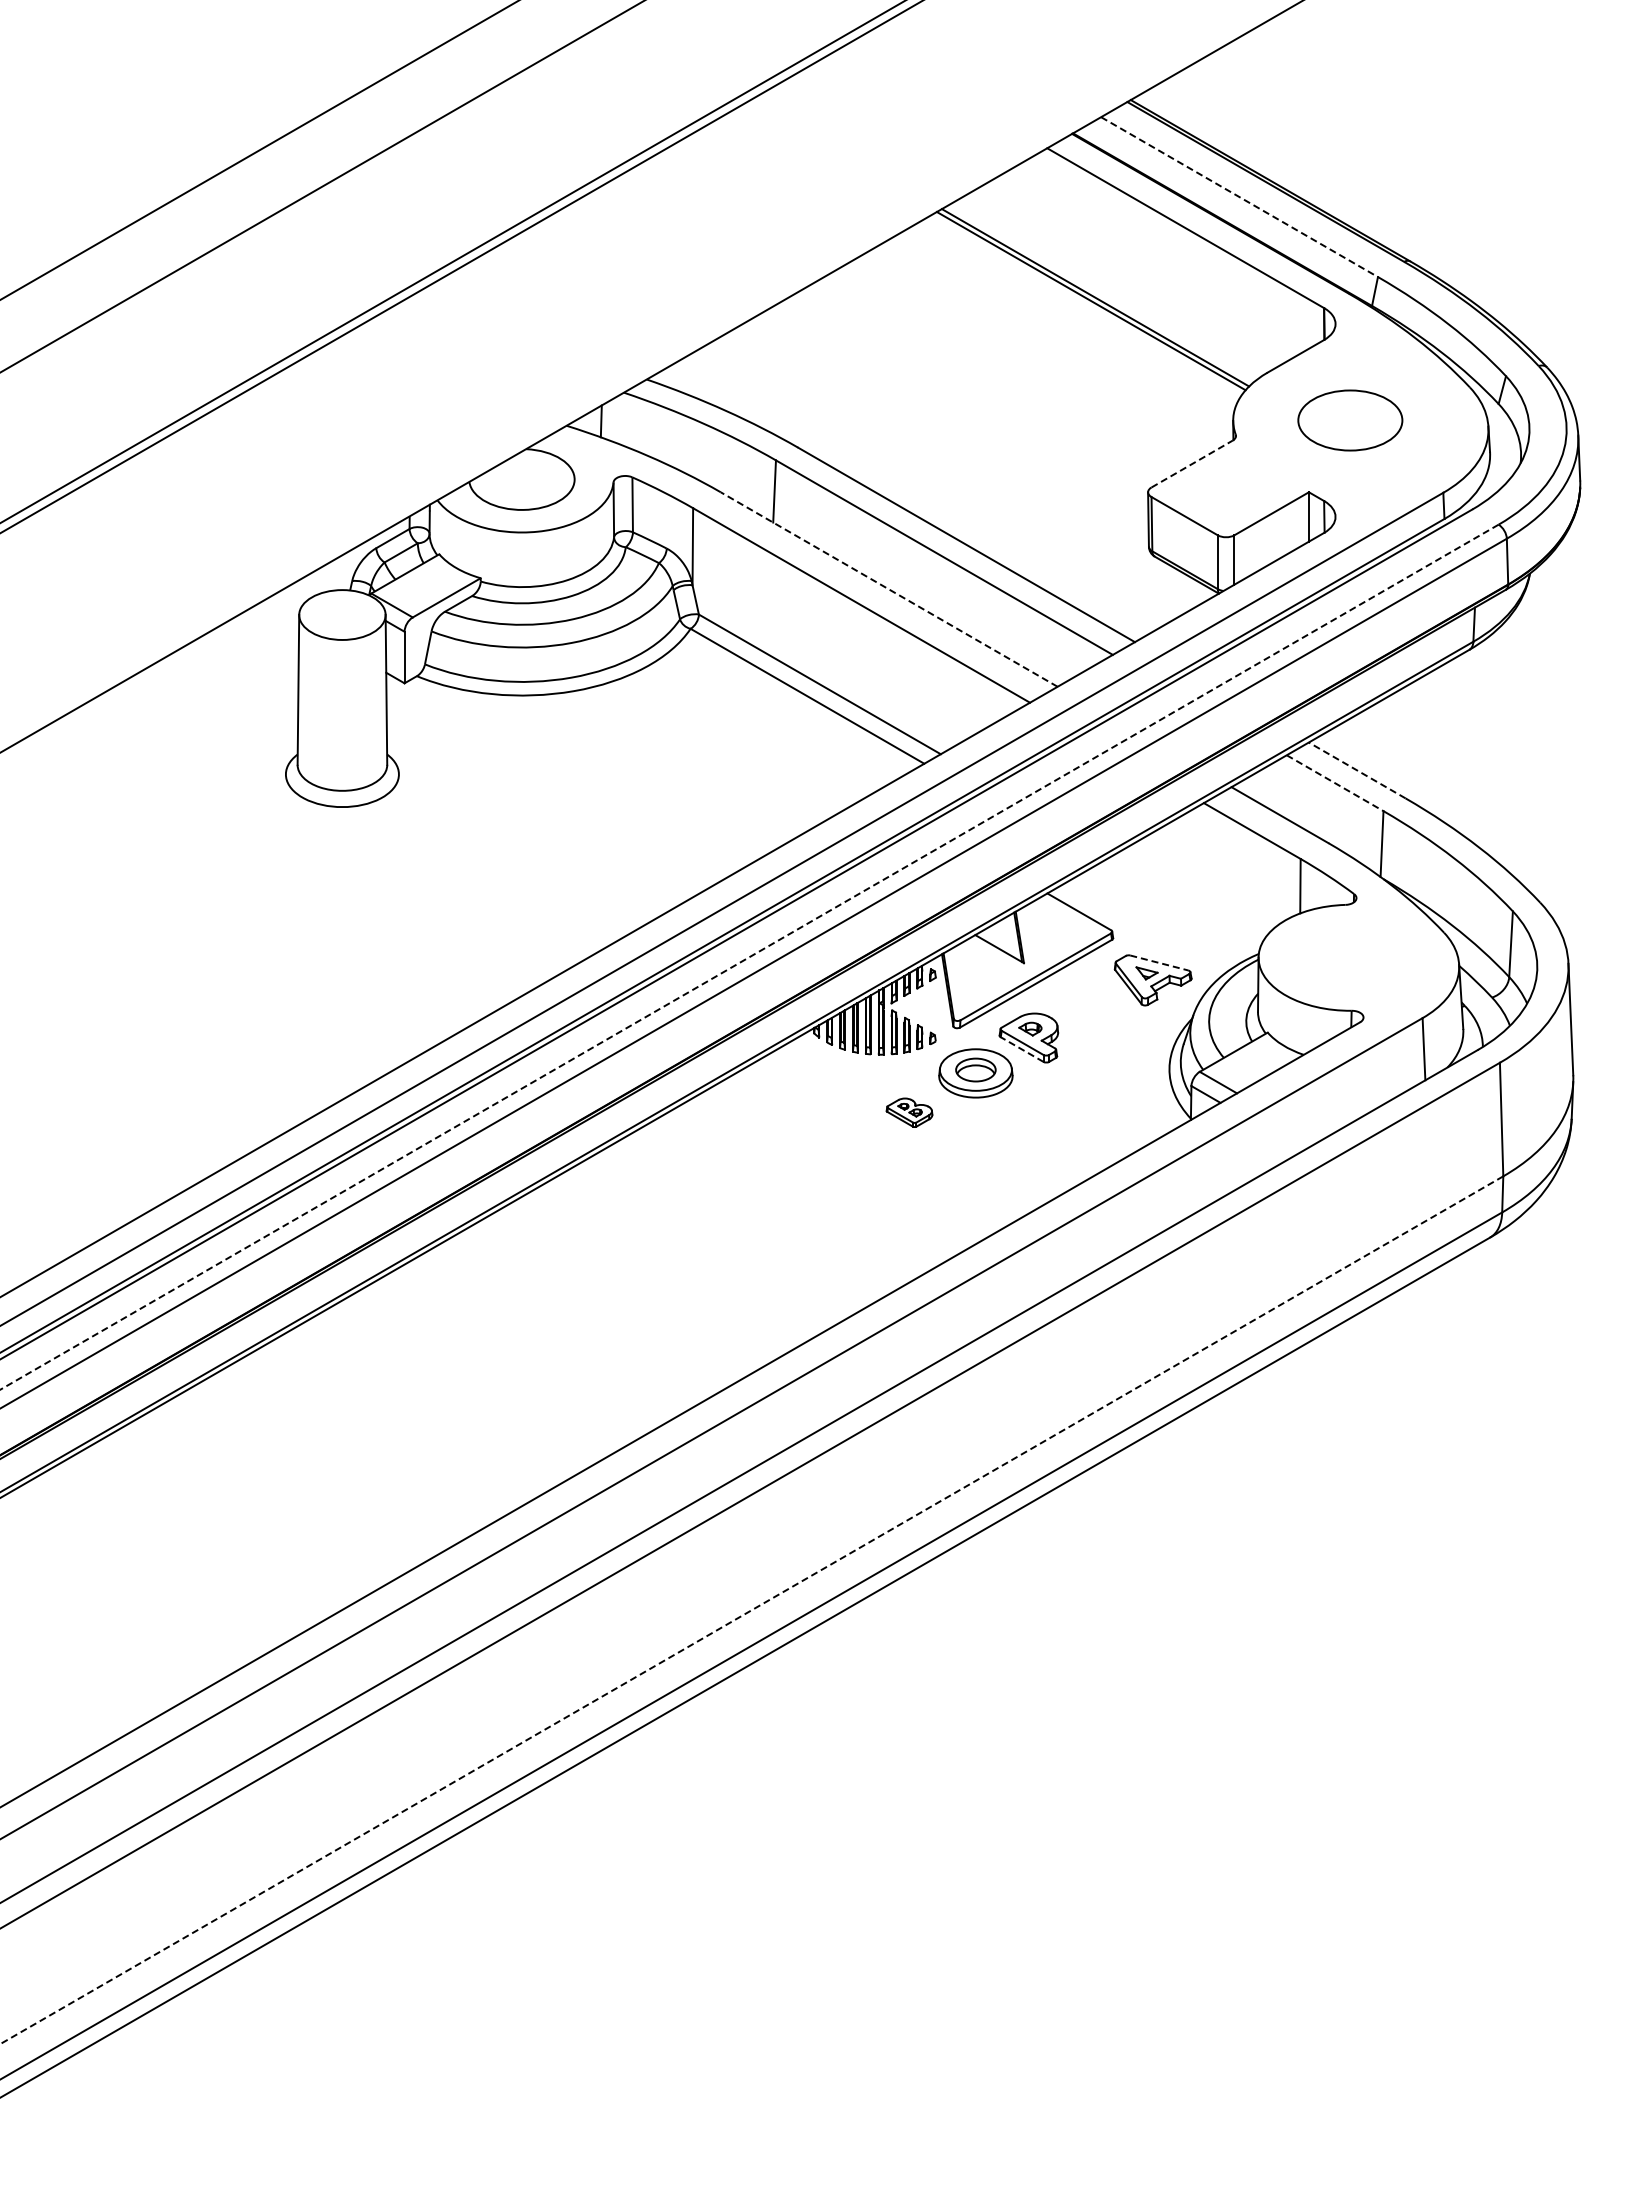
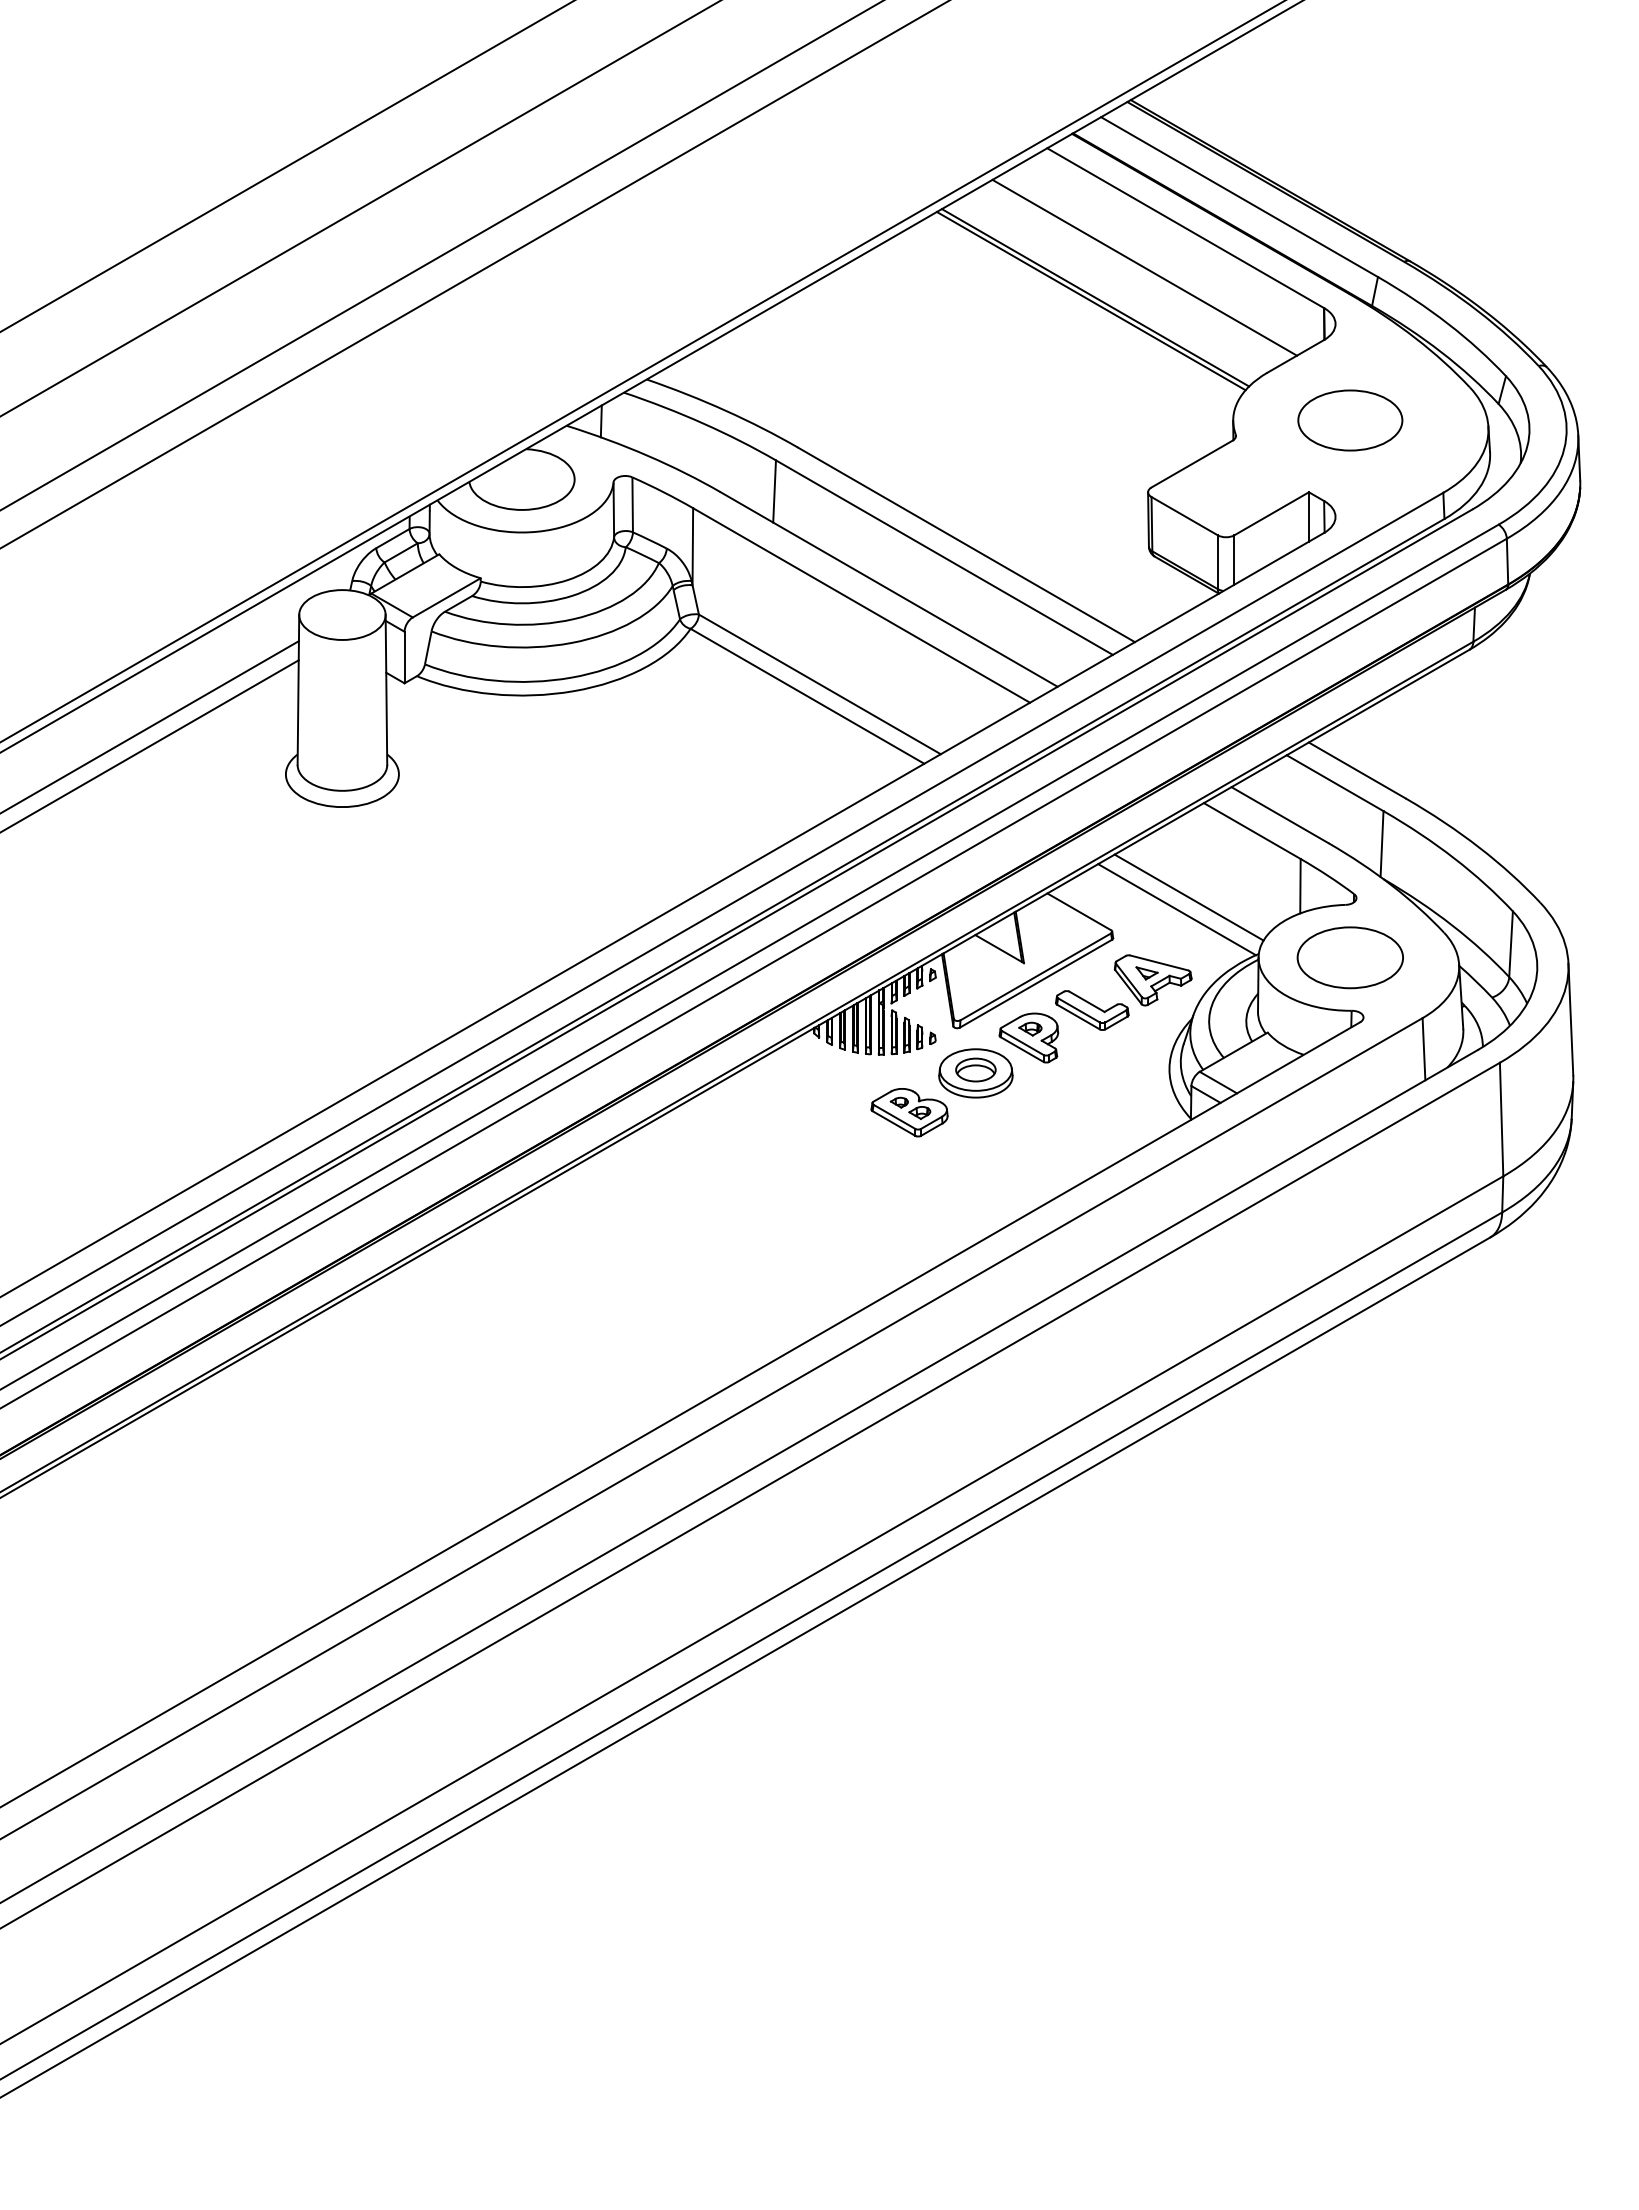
line at (259, 150) position: (259, 150) -> (286, 166)
line at (321, 186) position: (321, 186) -> (359, 208)
line at (1239, 197): dashed -> solid
line at (452, 261) position: (452, 261) -> (474, 274)
line at (460, 266) position: (460, 266) -> (441, 255)
line at (1144, 267): none -> present
line at (642, 371): none -> present
line at (1192, 464): dashed -> solid
line at (889, 589): dashed -> solid
line at (150, 726): none -> present
line at (150, 745): none -> present
line at (1357, 770): dashed -> solid
line at (1335, 783): dashed -> solid
line at (1188, 897): none -> present
line at (1176, 909): none -> present
line at (748, 957): dashed -> solid
part at (1349, 957): none -> present
line at (1159, 962): dashed -> solid
part at (1092, 1010): none -> present
line at (1022, 1049): dashed -> solid
part at (909, 1112) size: 49x31 px -> 79x50 px
line at (751, 1610): dashed -> solid
